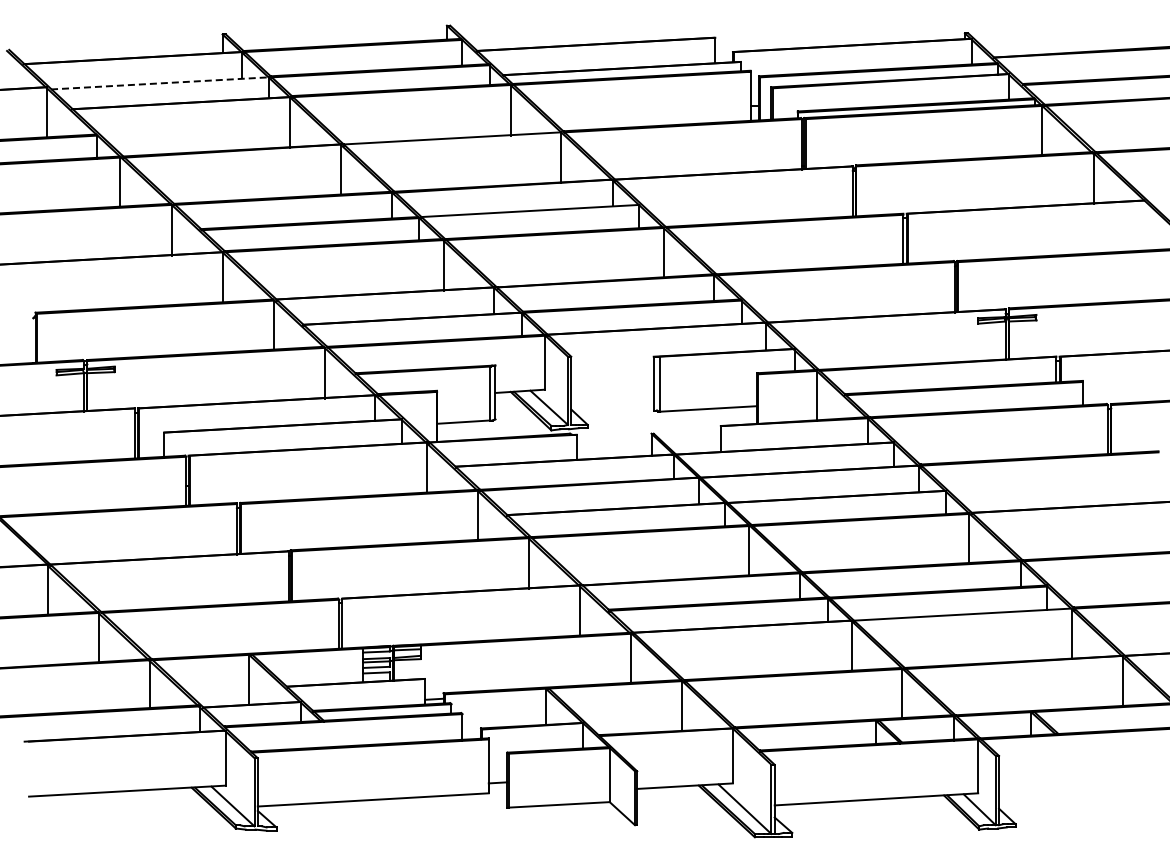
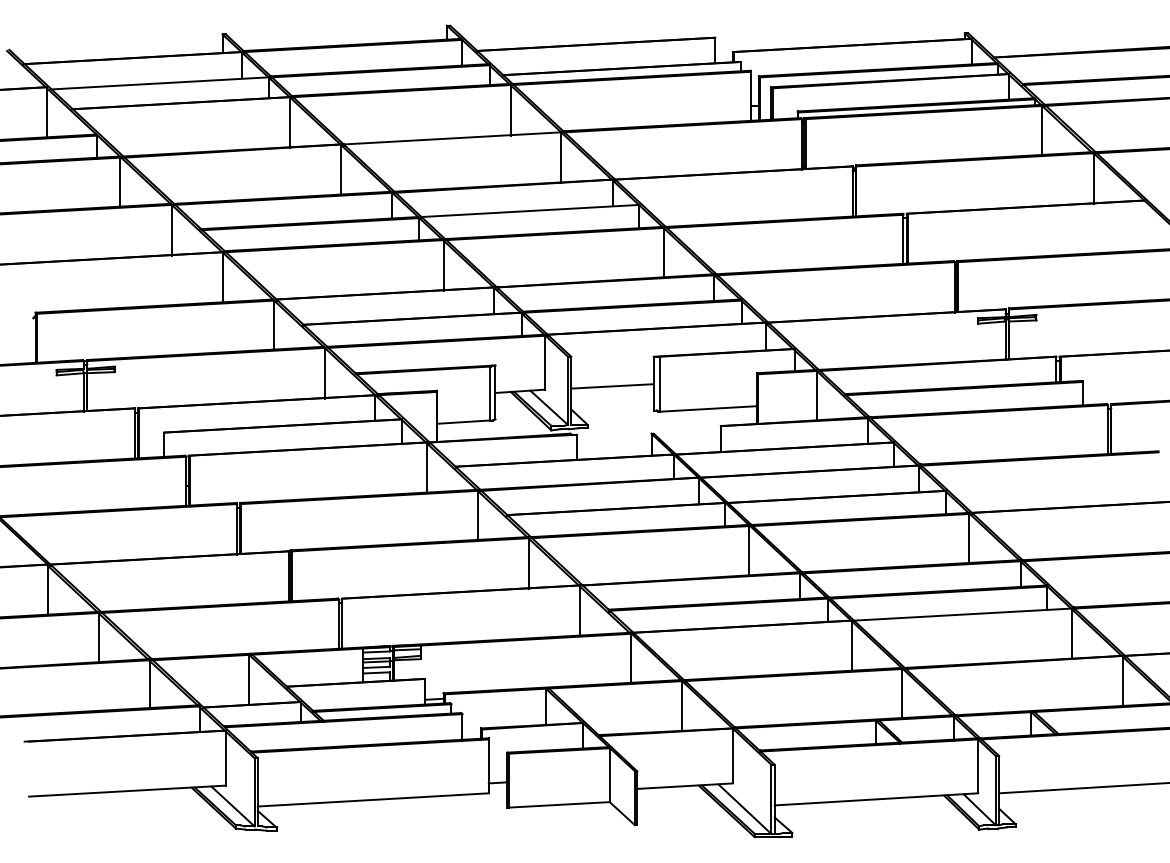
line at (160, 83): dashed -> solid
line at (612, 386): none -> present
line at (1082, 788): none -> present
